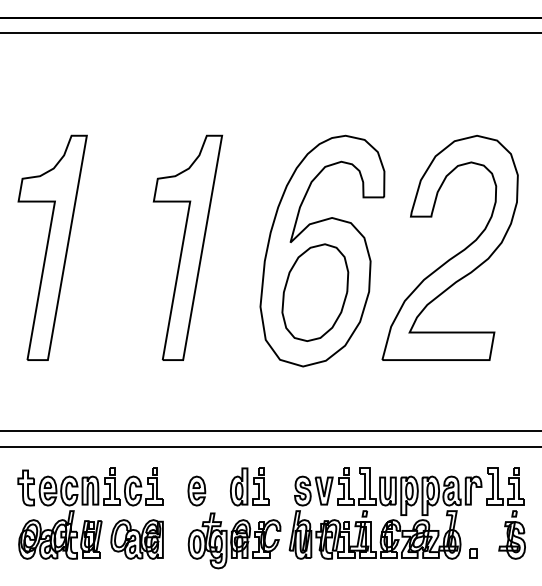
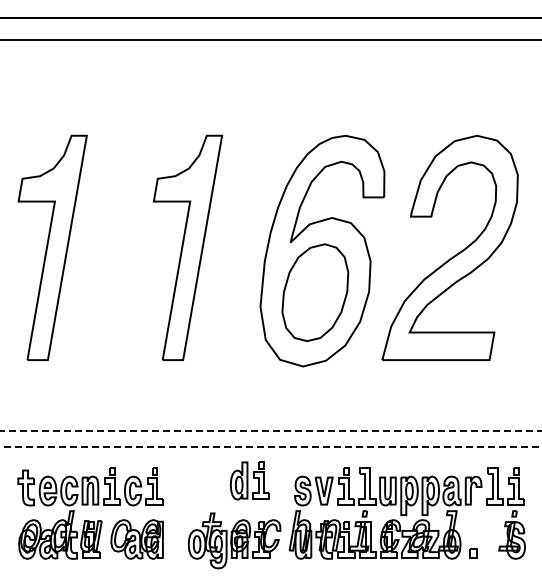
line at (270, 33) position: (270, 33) -> (270, 40)
line at (271, 431): solid -> dashed
line at (271, 447): solid -> dashed
part at (249, 486) position: (249, 486) -> (249, 480)
part at (196, 490): present -> none
